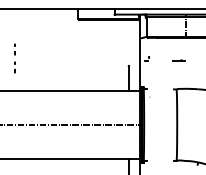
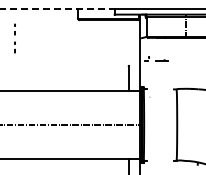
line at (57, 9): solid -> dashed
part at (14, 58) position: (14, 58) -> (14, 38)
line at (178, 60) position: (178, 60) -> (161, 60)
